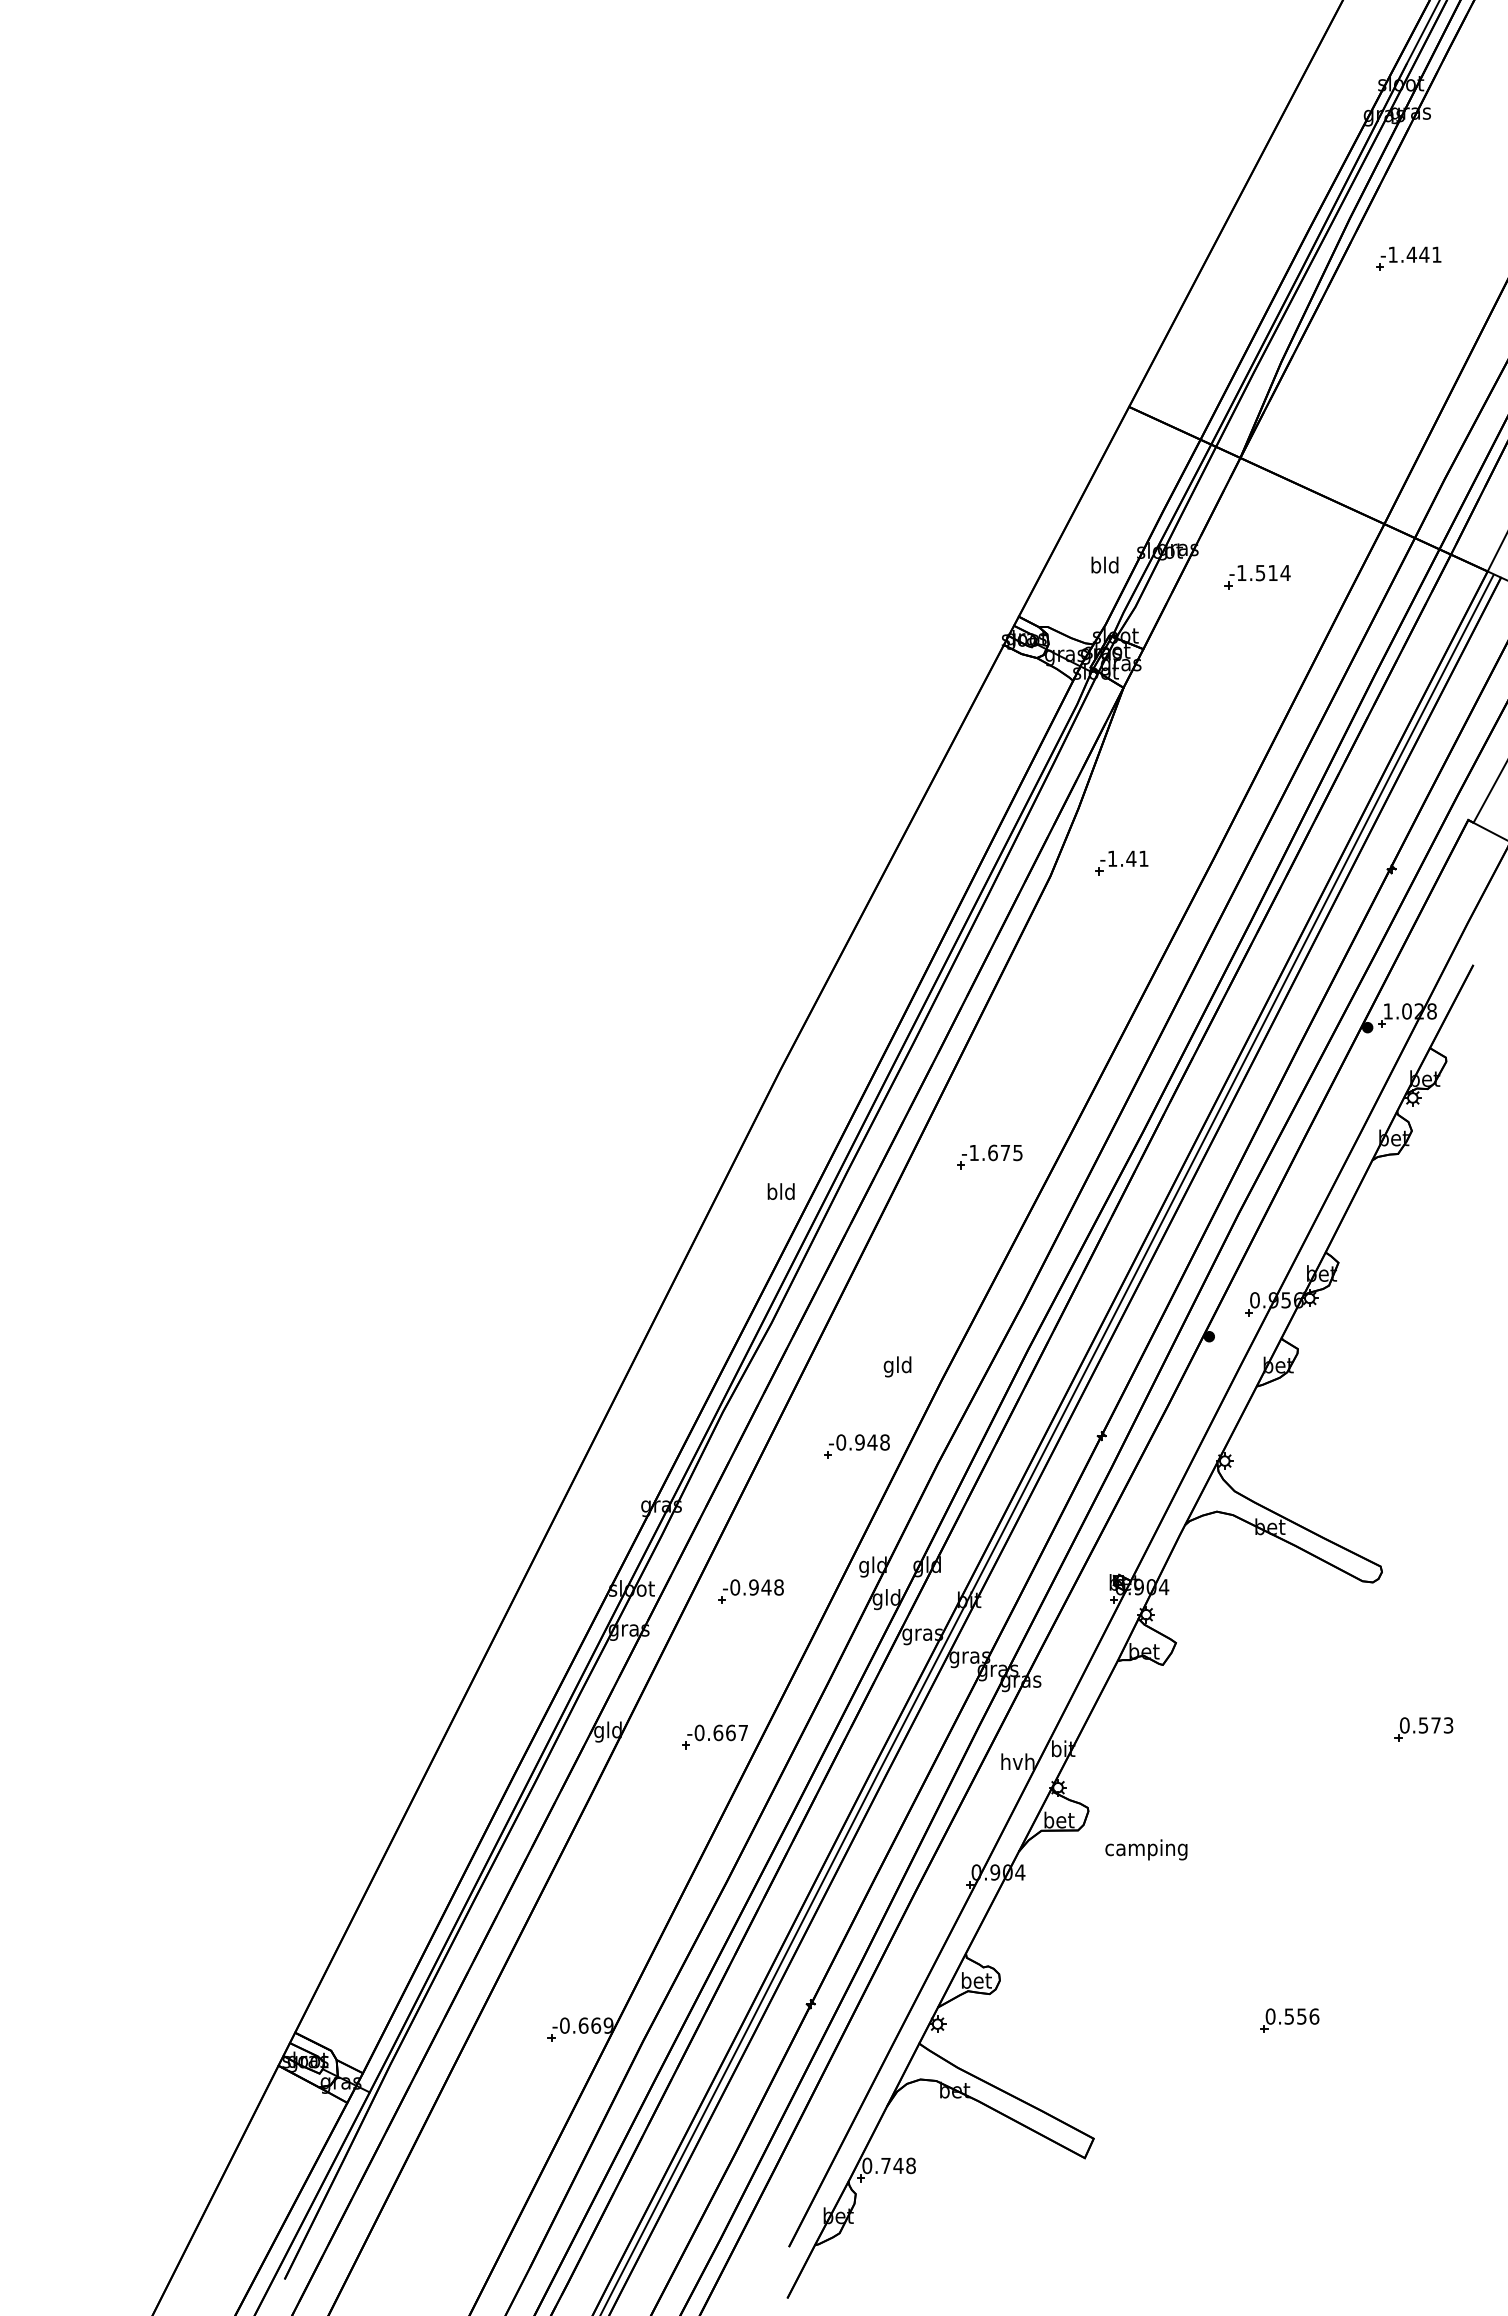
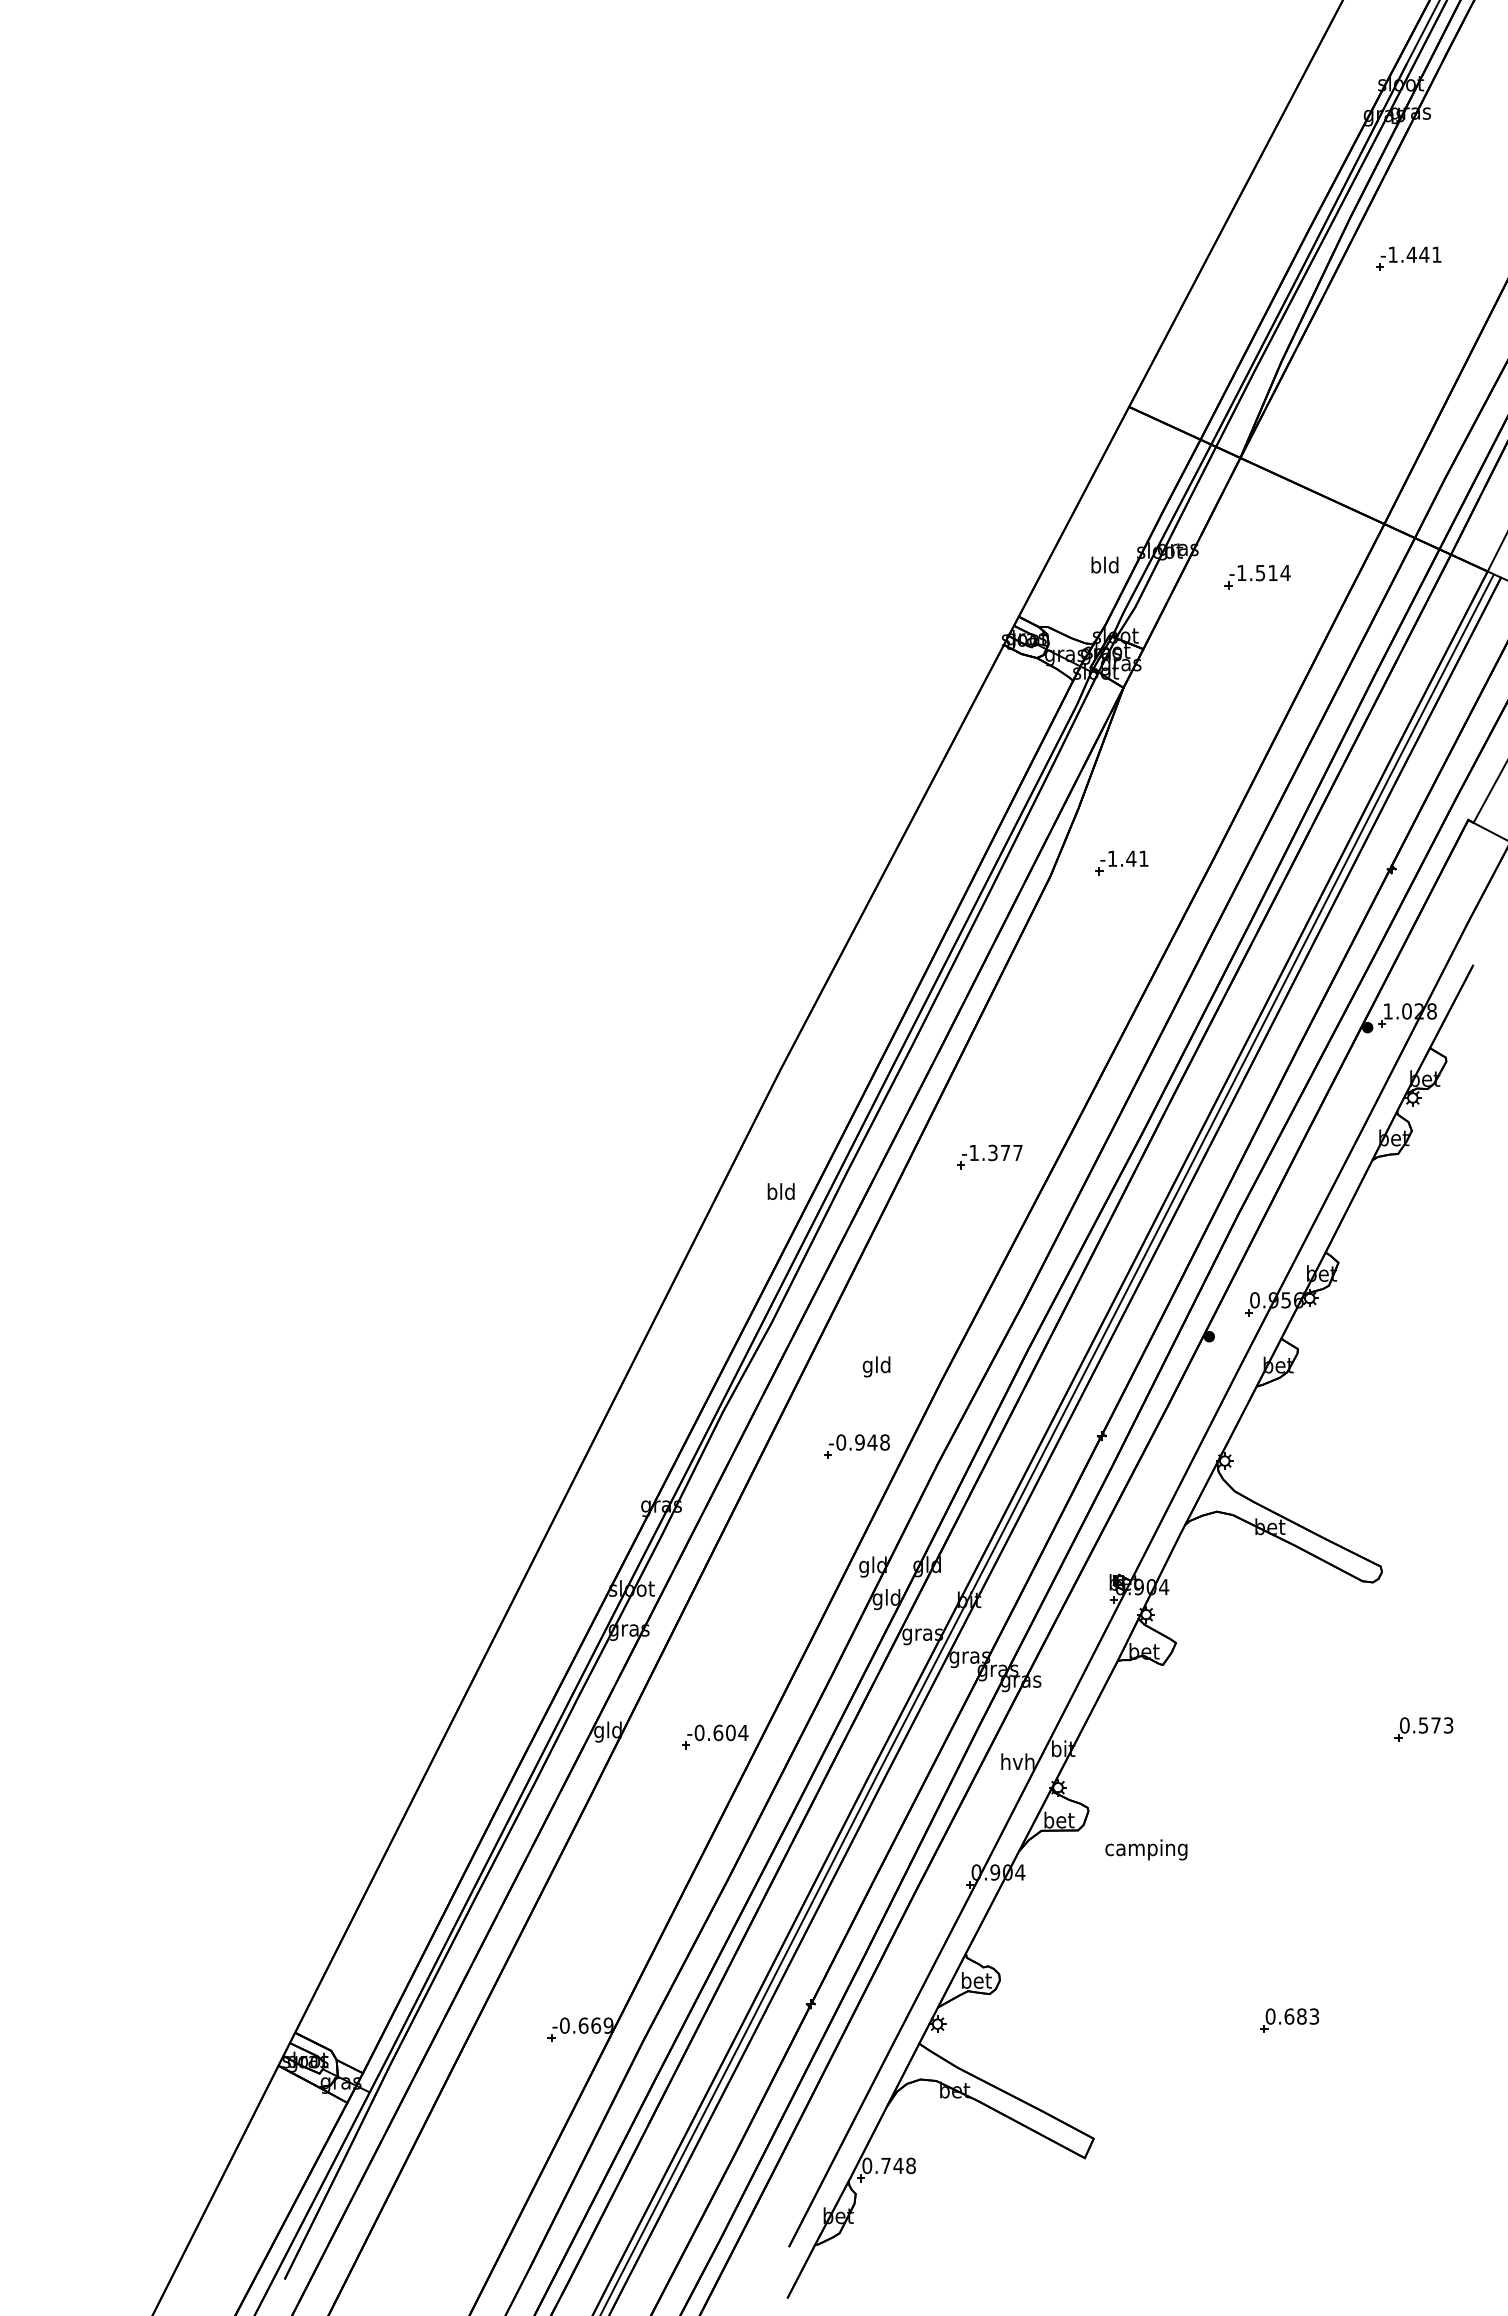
text at (1005, 1152): -1.675 -> -1.377
text at (897, 1366) position: (897, 1366) -> (876, 1366)
part at (750, 1591): present -> none
text at (737, 1732): -0.667 -> -0.604
text at (1301, 2016): 0.556 -> 0.683
